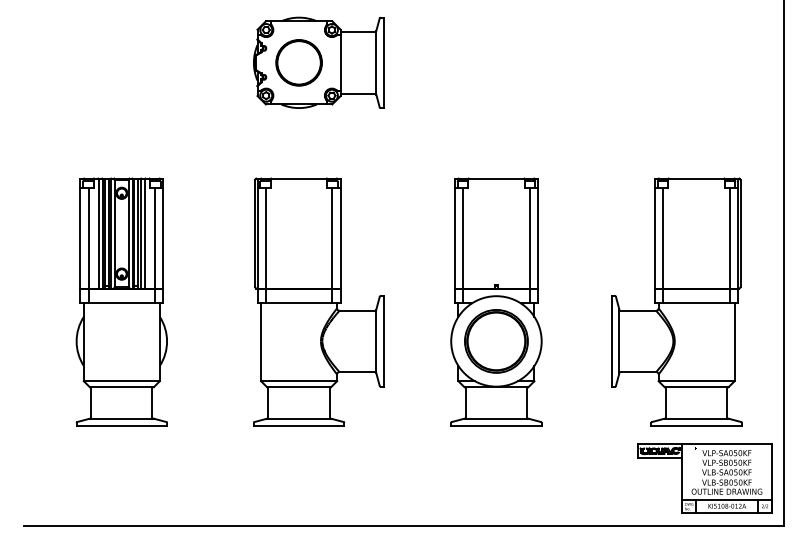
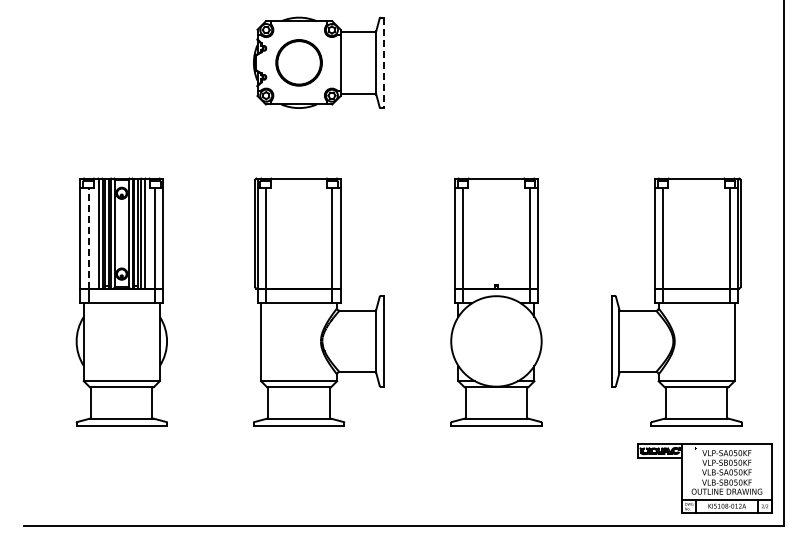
line at (383, 63): solid -> dashed
line at (88, 237): solid -> dashed
part at (496, 341): present -> none
